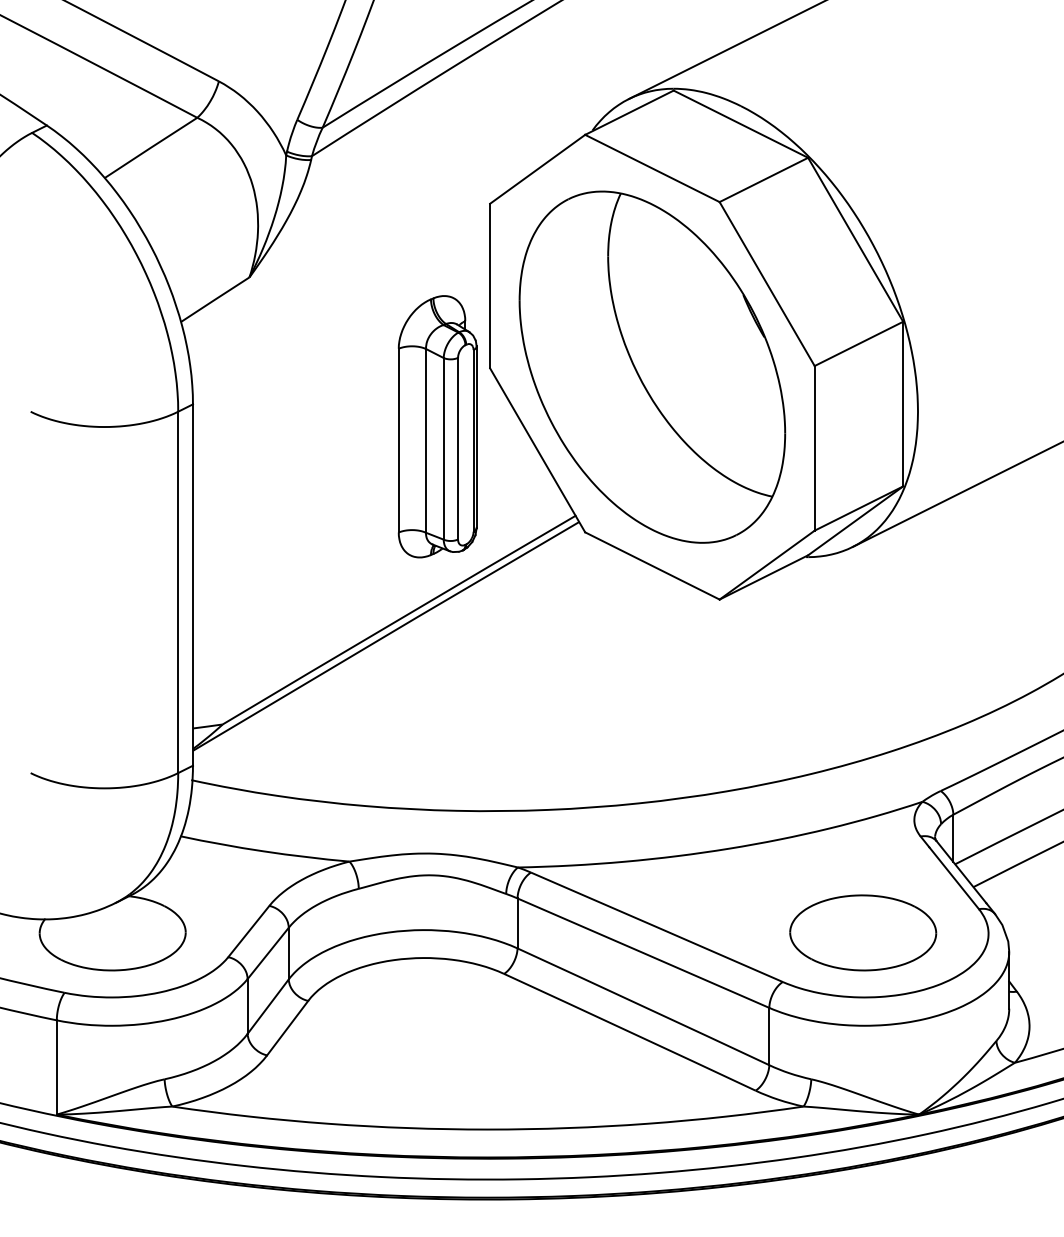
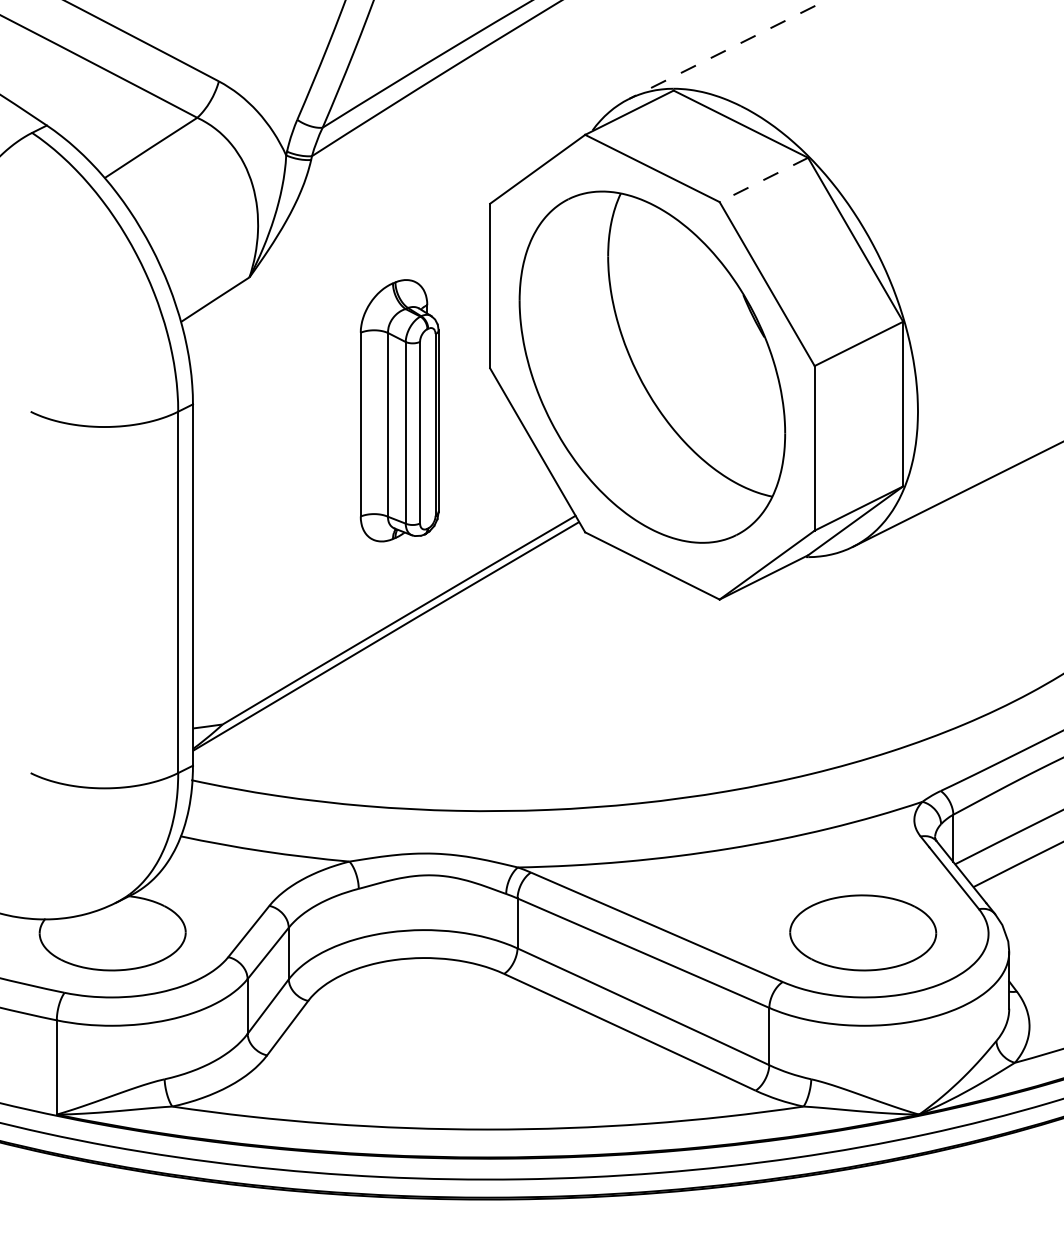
line at (727, 49): solid -> dashed
line at (763, 180): solid -> dashed
part at (437, 426) position: (437, 426) -> (399, 410)
